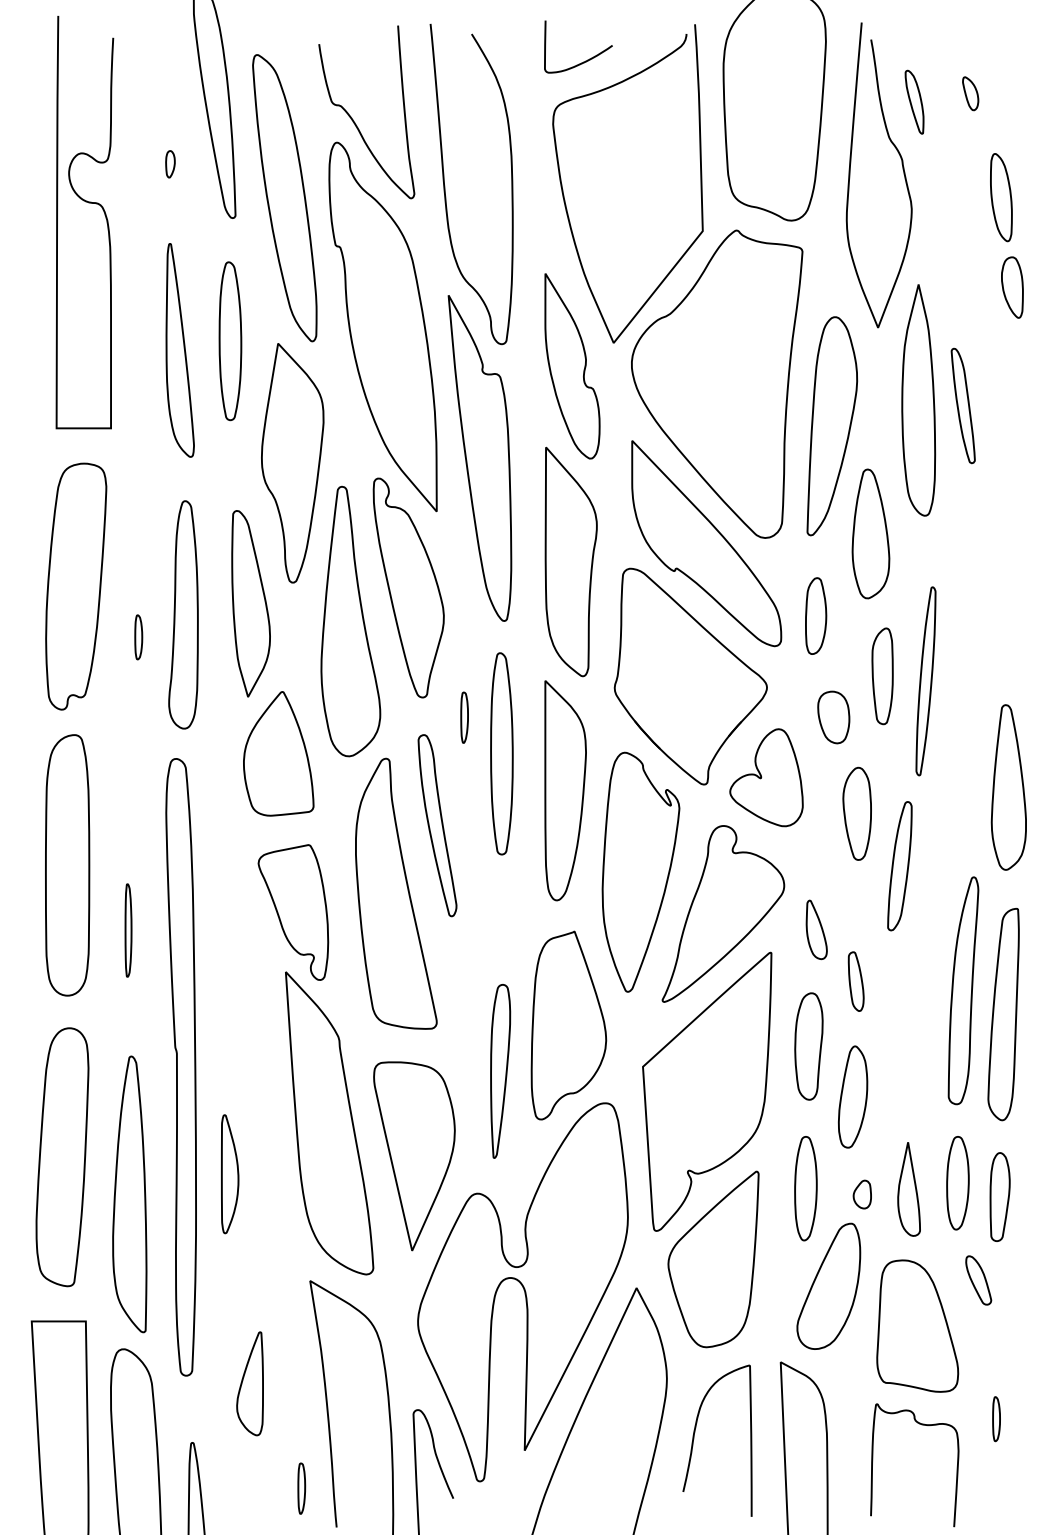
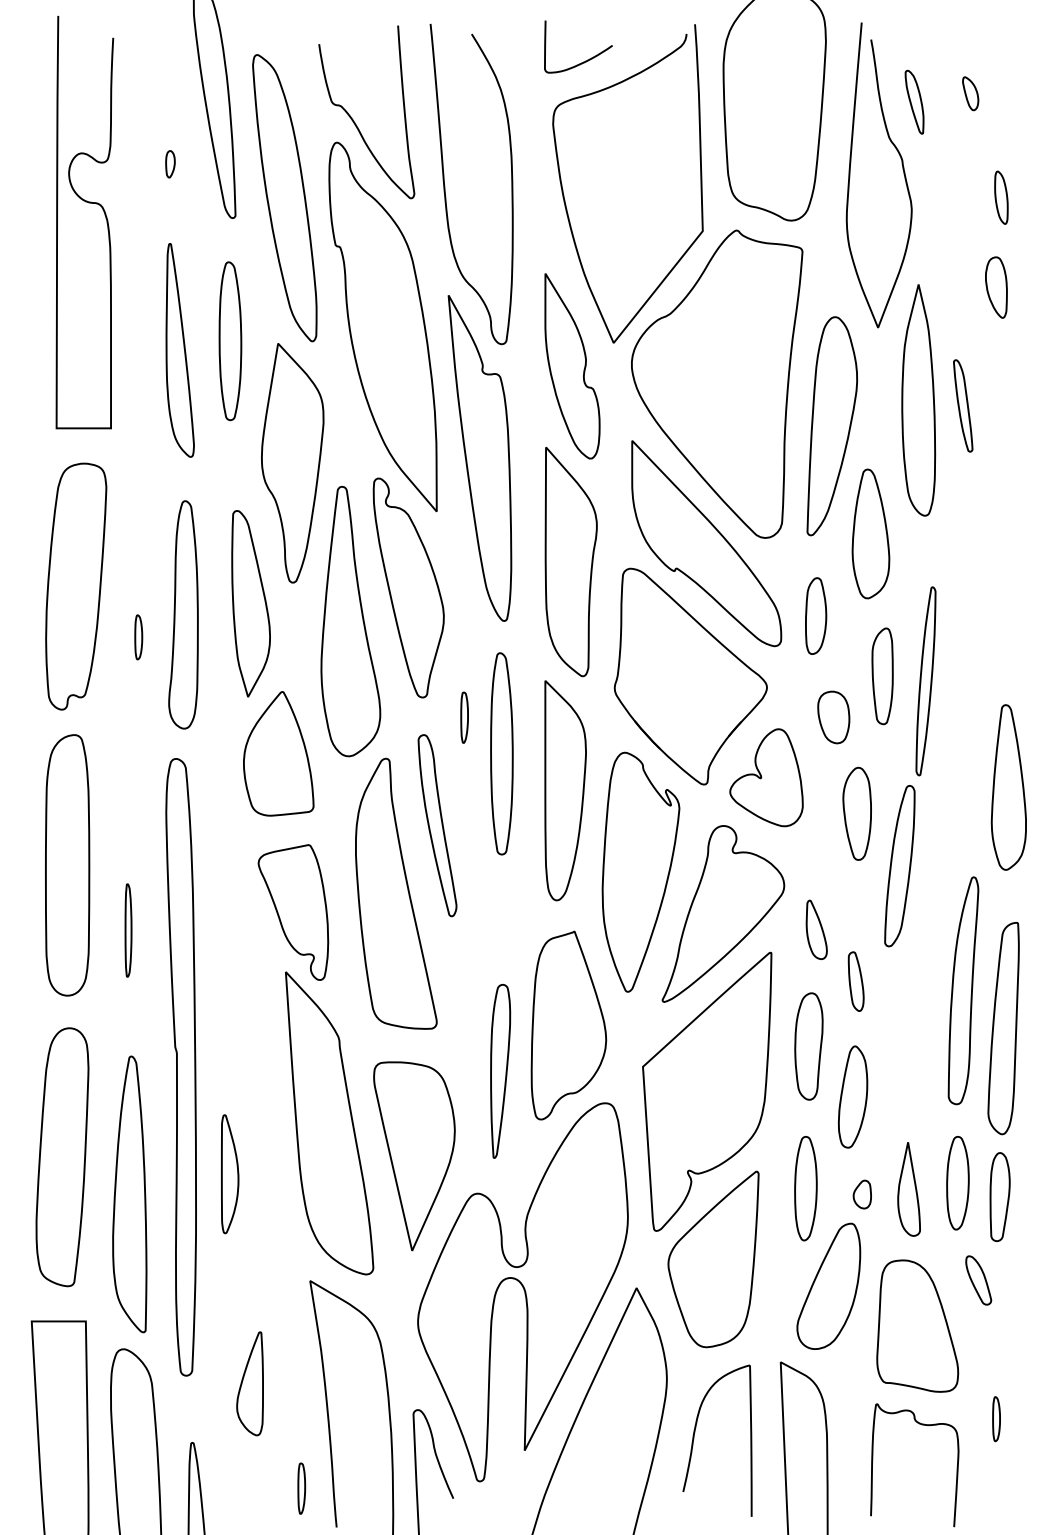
part at (1001, 197) size: 23x90 px -> 15x55 px
part at (1012, 287) position: (1012, 287) -> (996, 287)
part at (962, 405) size: 26x118 px -> 21x94 px
part at (899, 866) size: 26x131 px -> 32x163 px
part at (1003, 1014) position: (1003, 1014) -> (1003, 1028)
